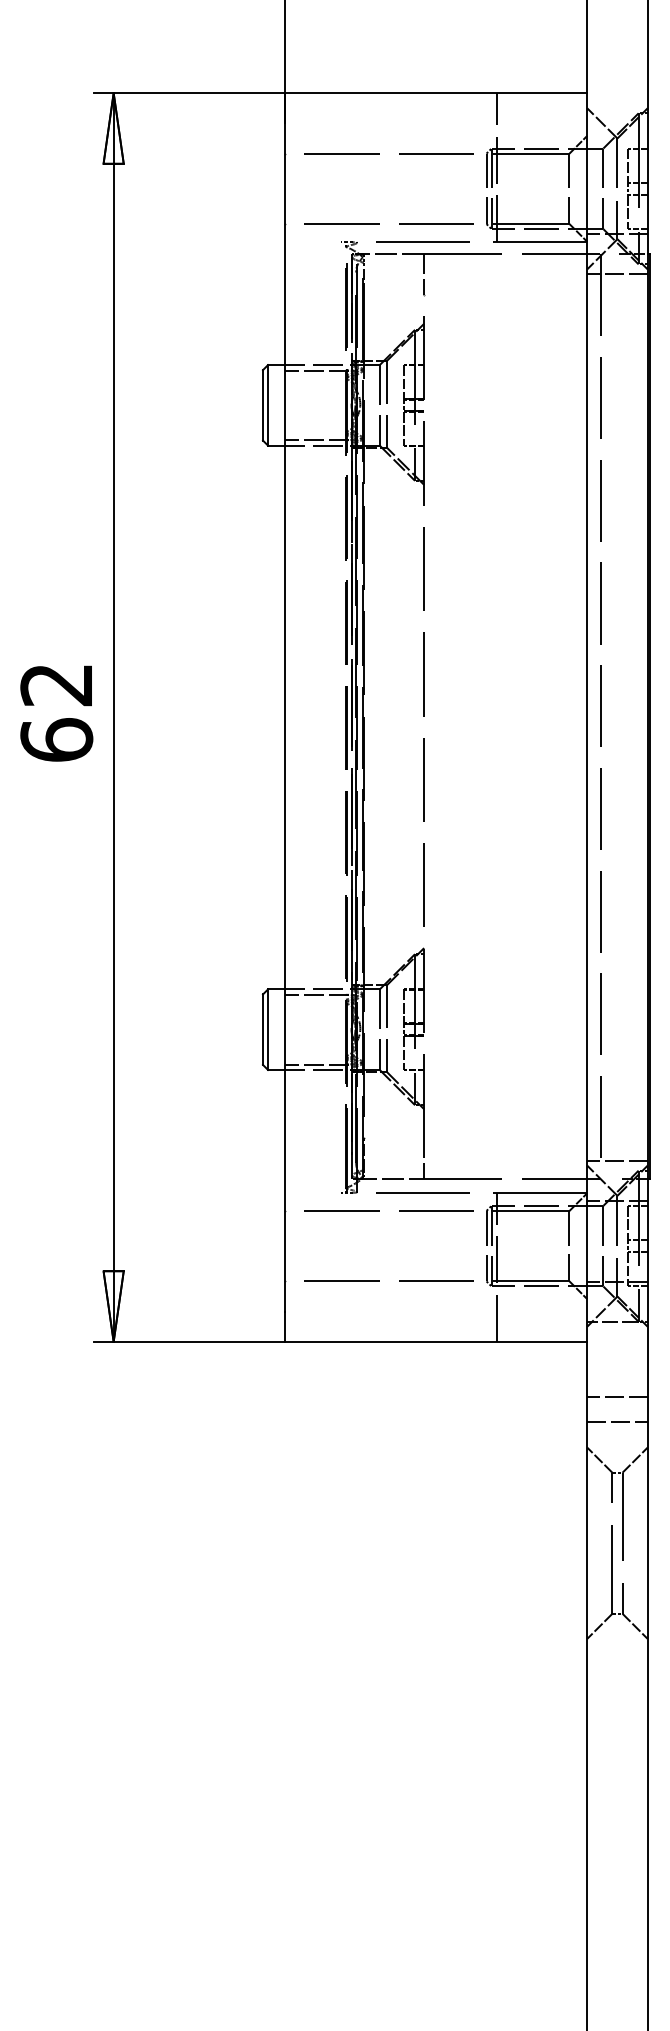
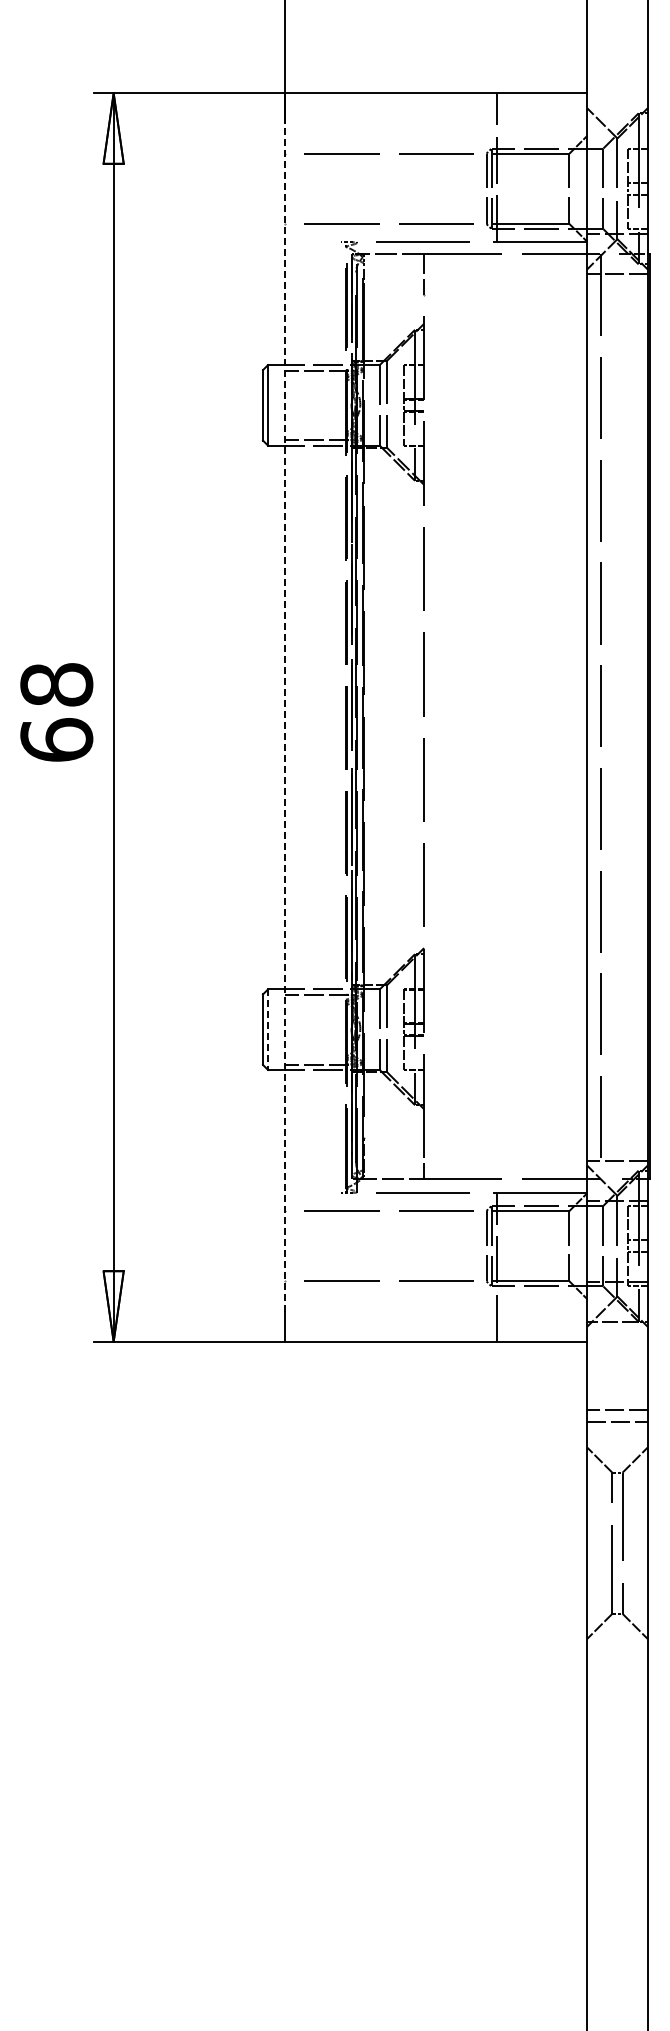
text at (56, 684): 62 -> 68
line at (285, 717): solid -> dashed
line at (268, 1030): solid -> dashed
line at (617, 1397) position: (617, 1397) -> (617, 1410)
